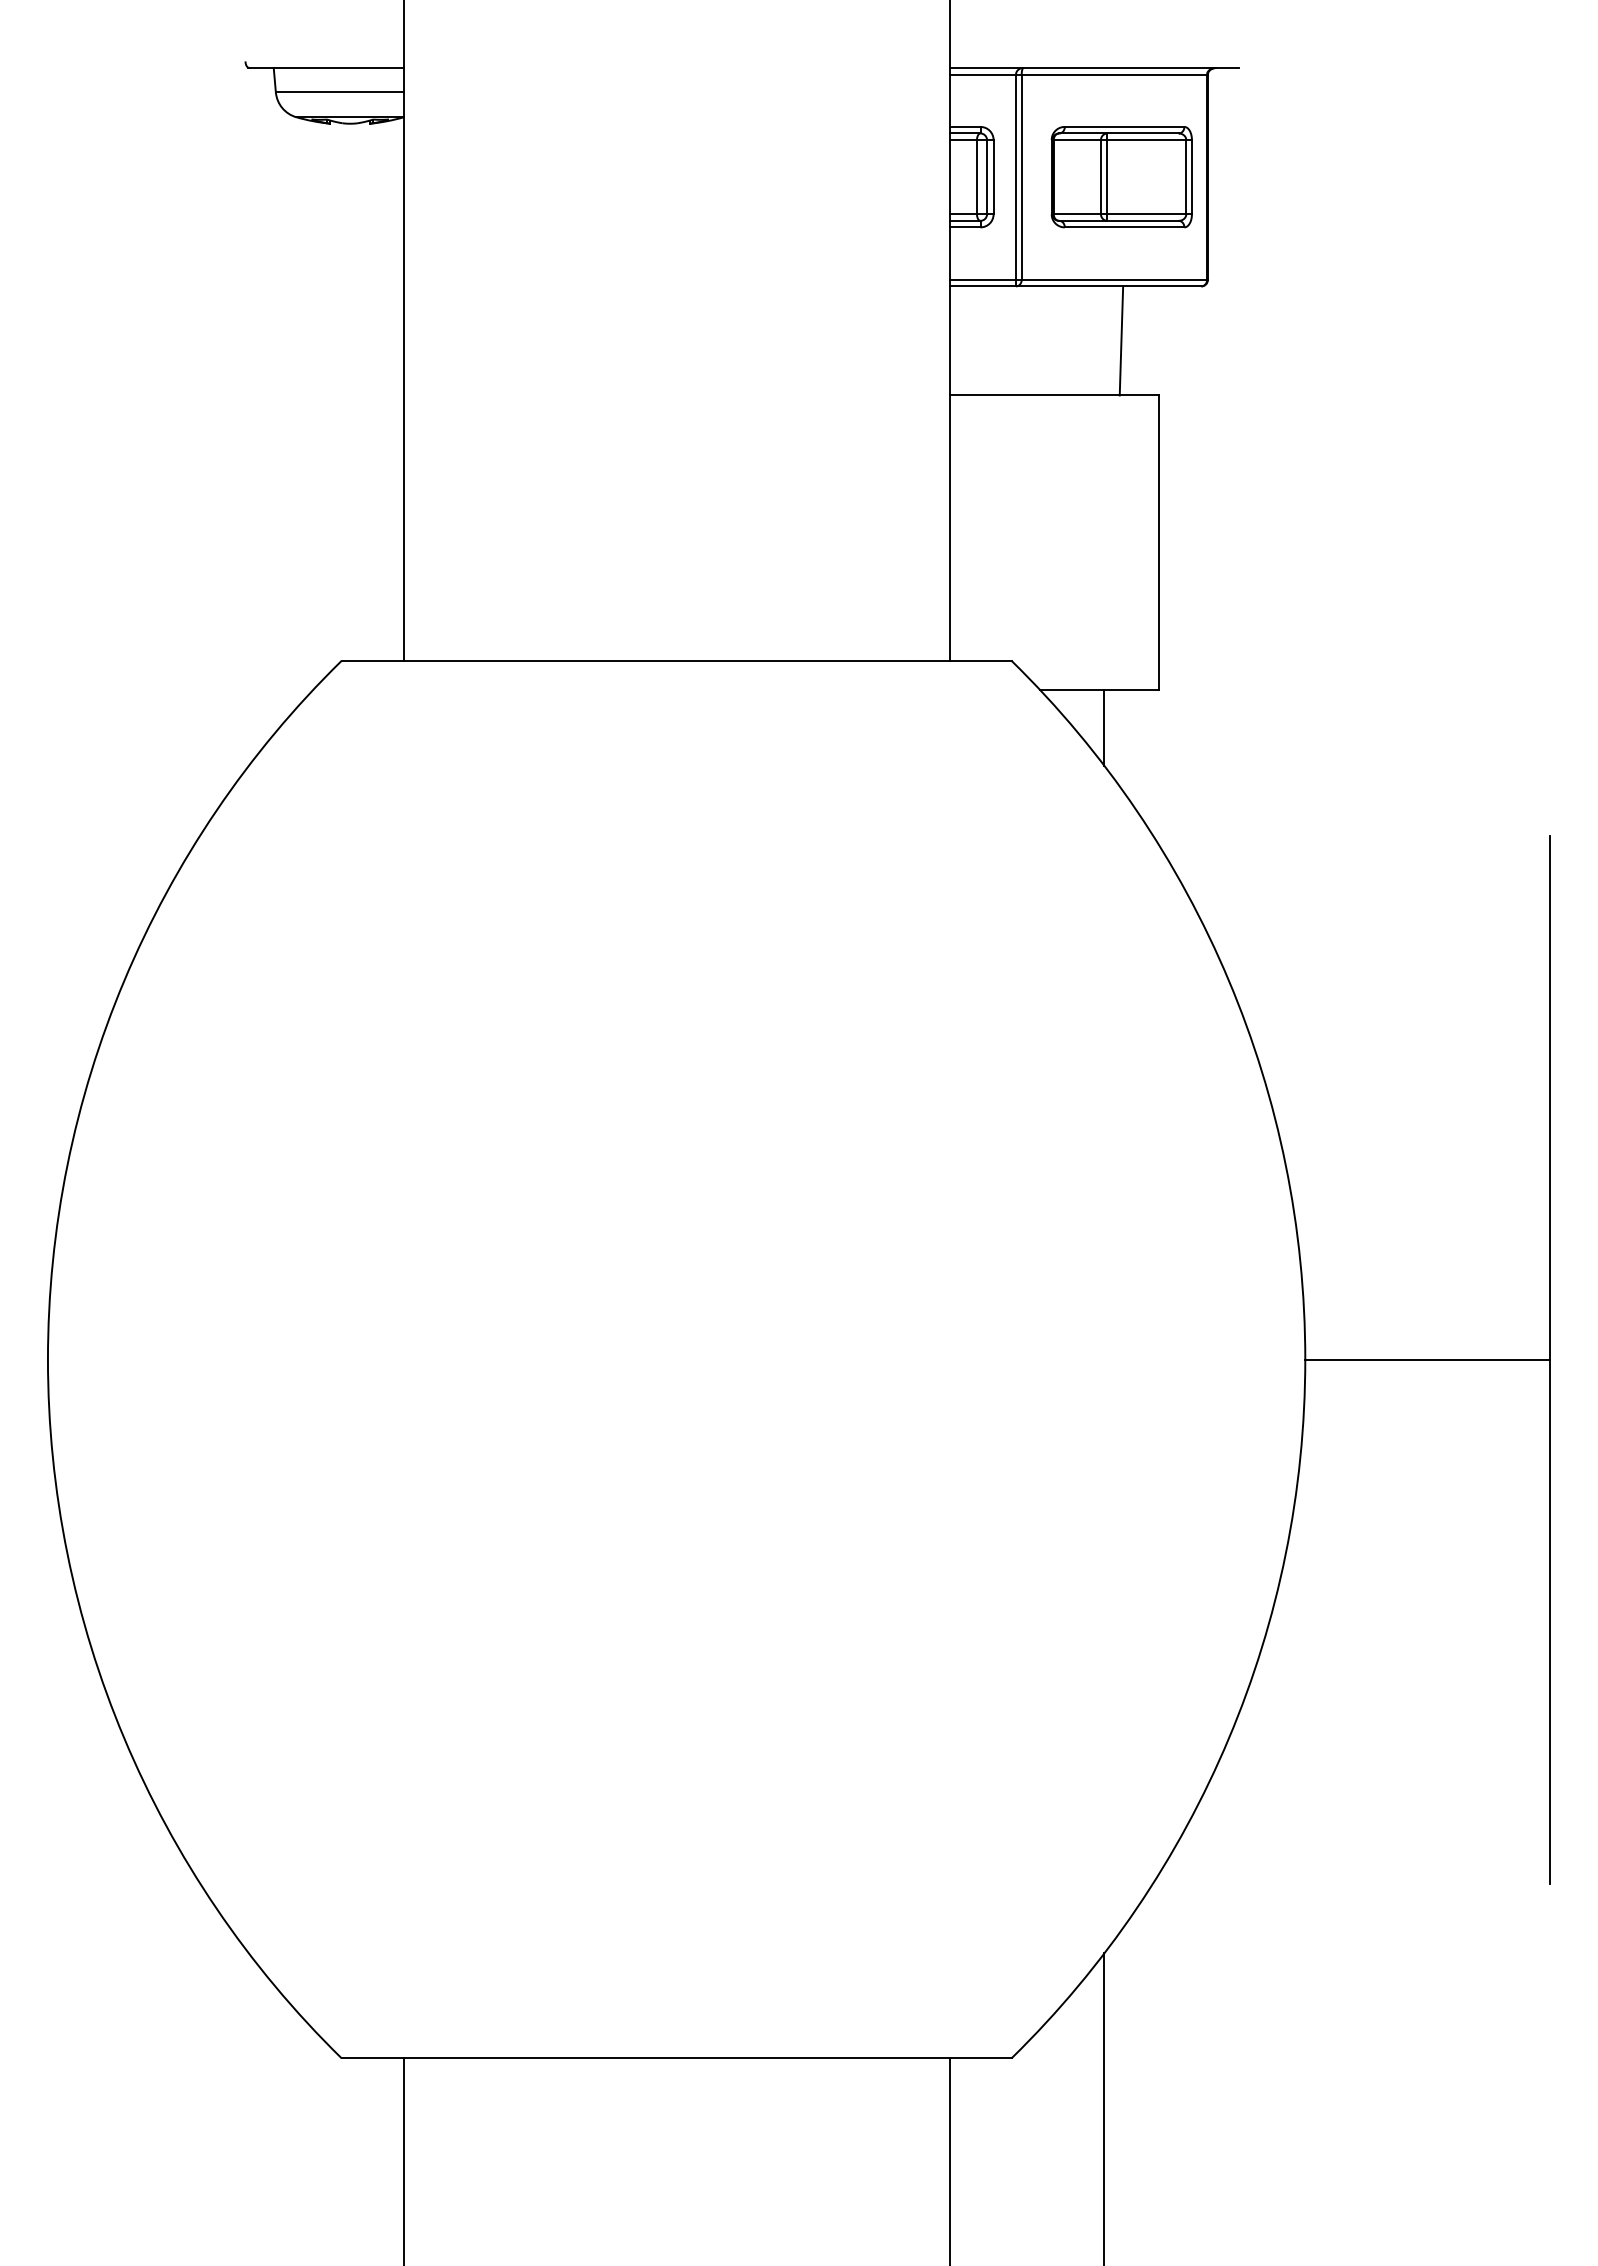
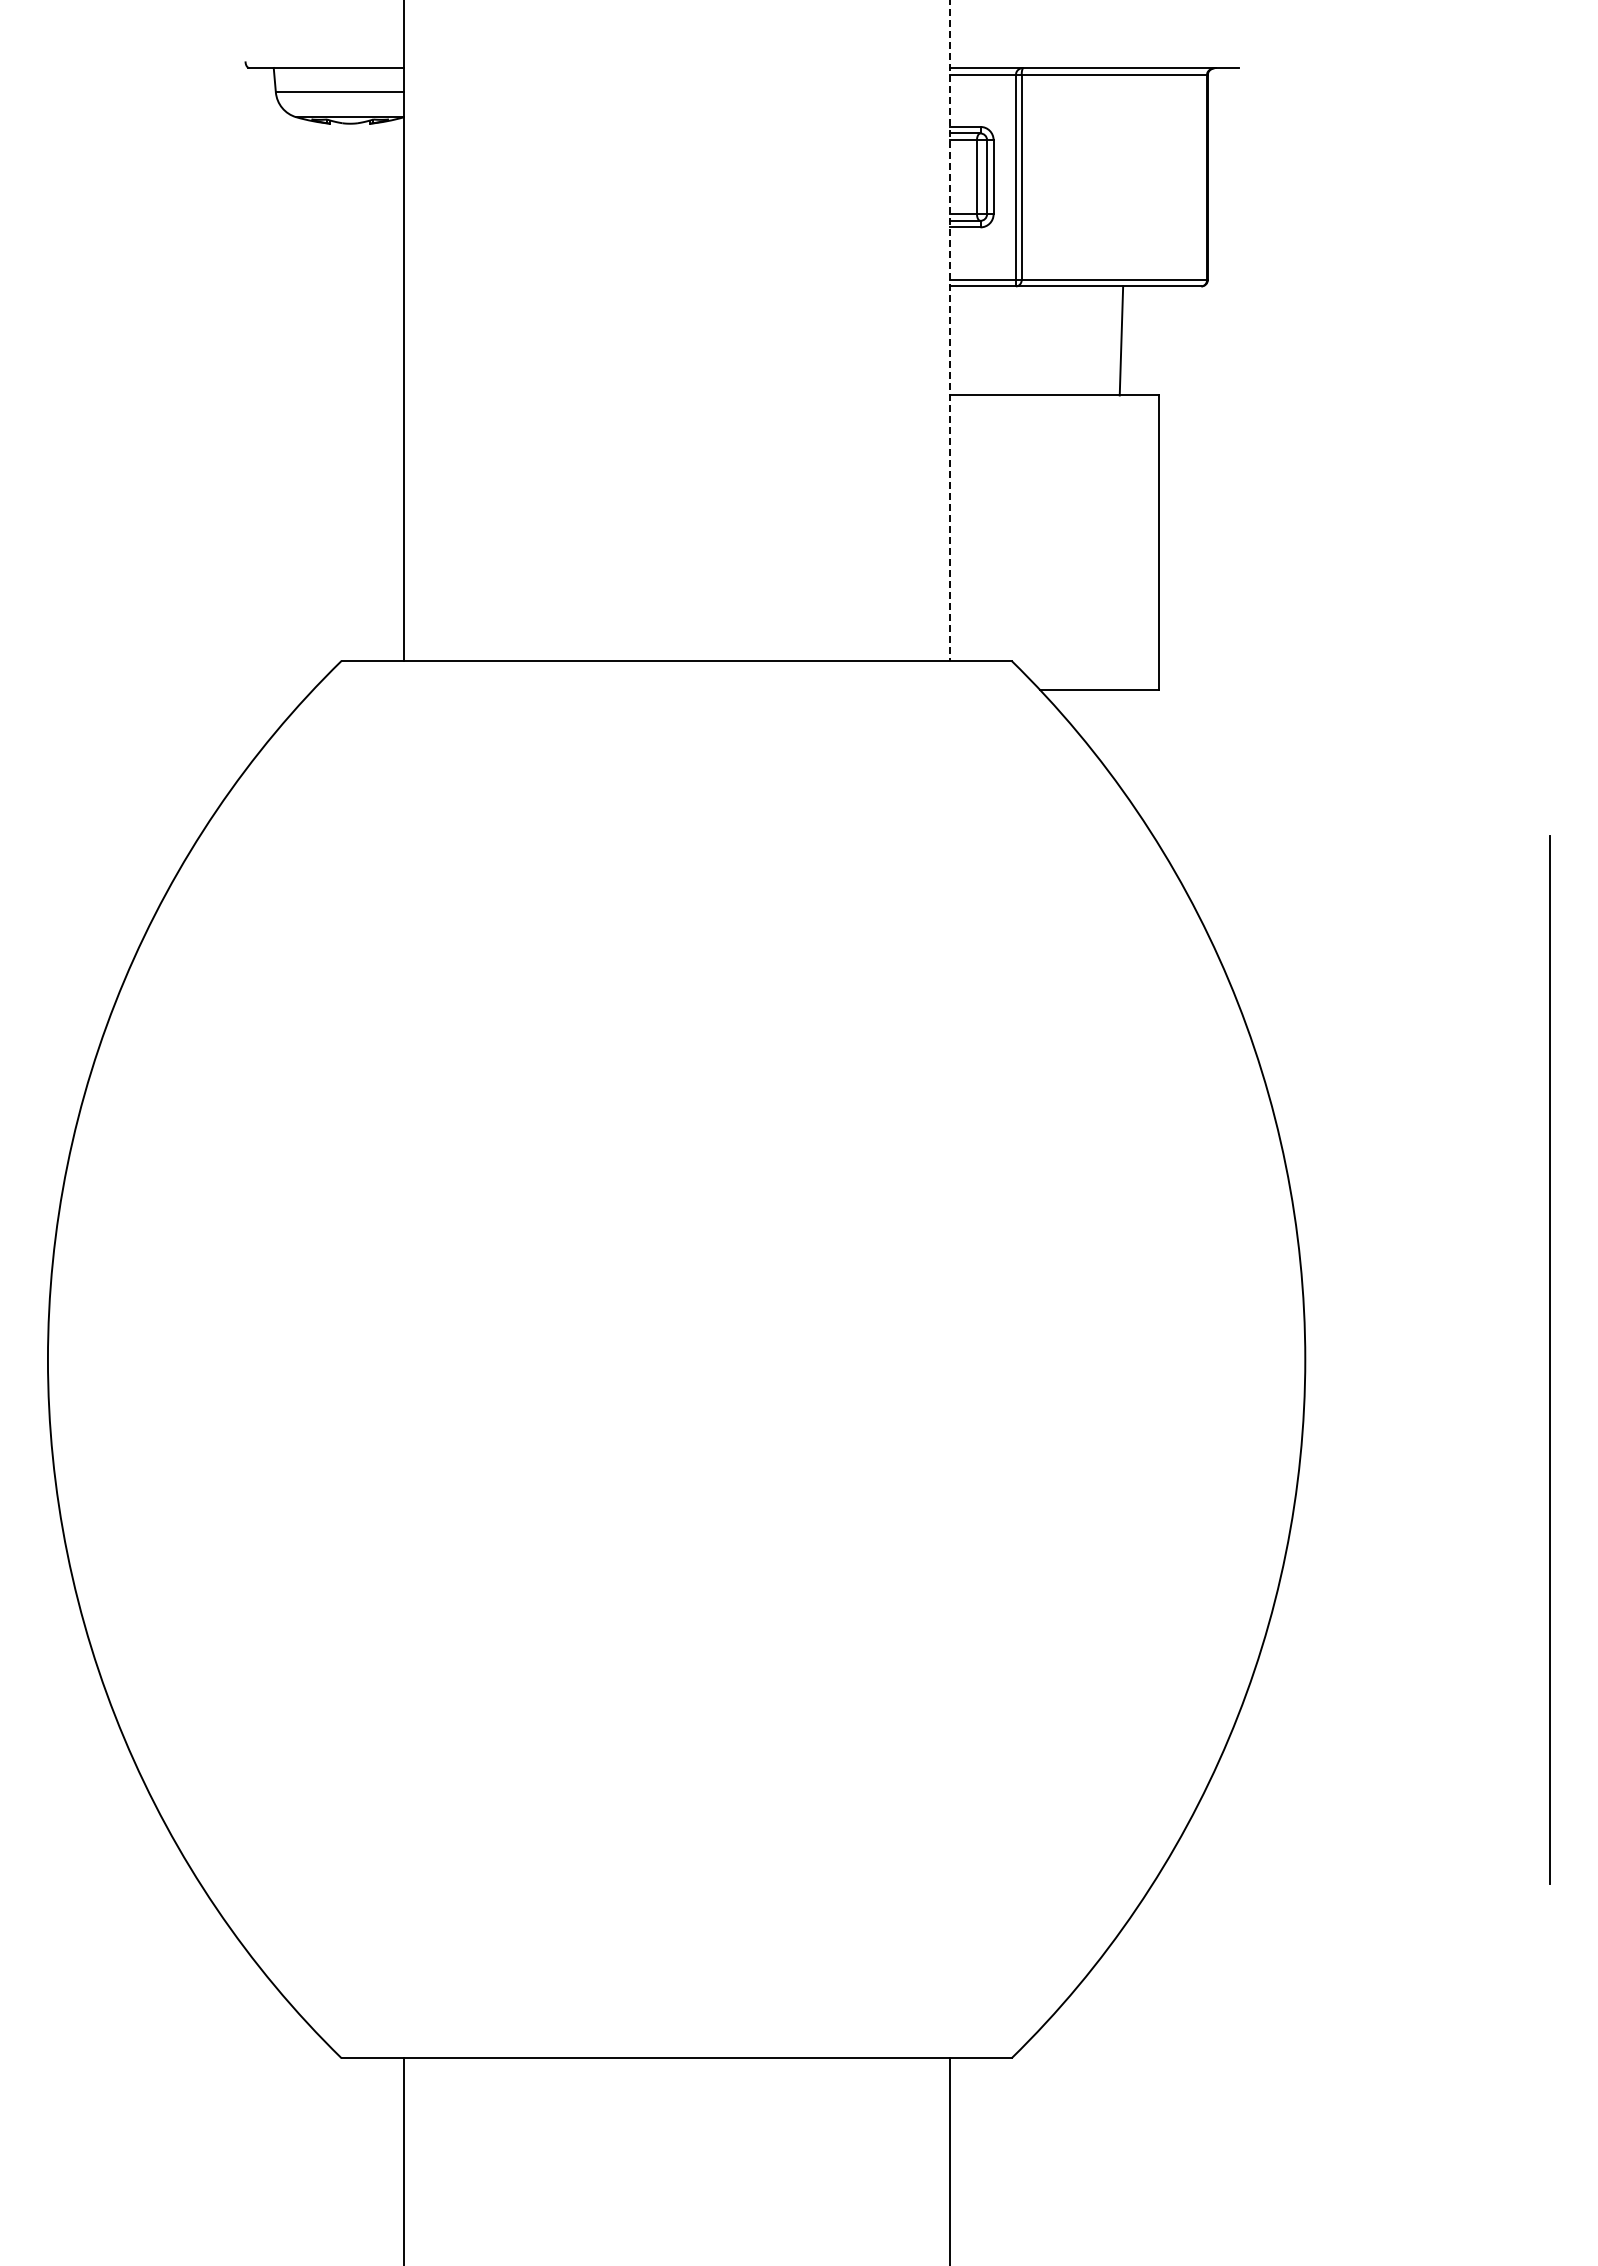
part at (1121, 177): present -> none
line at (949, 330): solid -> dashed
line at (1104, 727): present -> none
line at (1427, 1359): present -> none
line at (1104, 2107): present -> none
